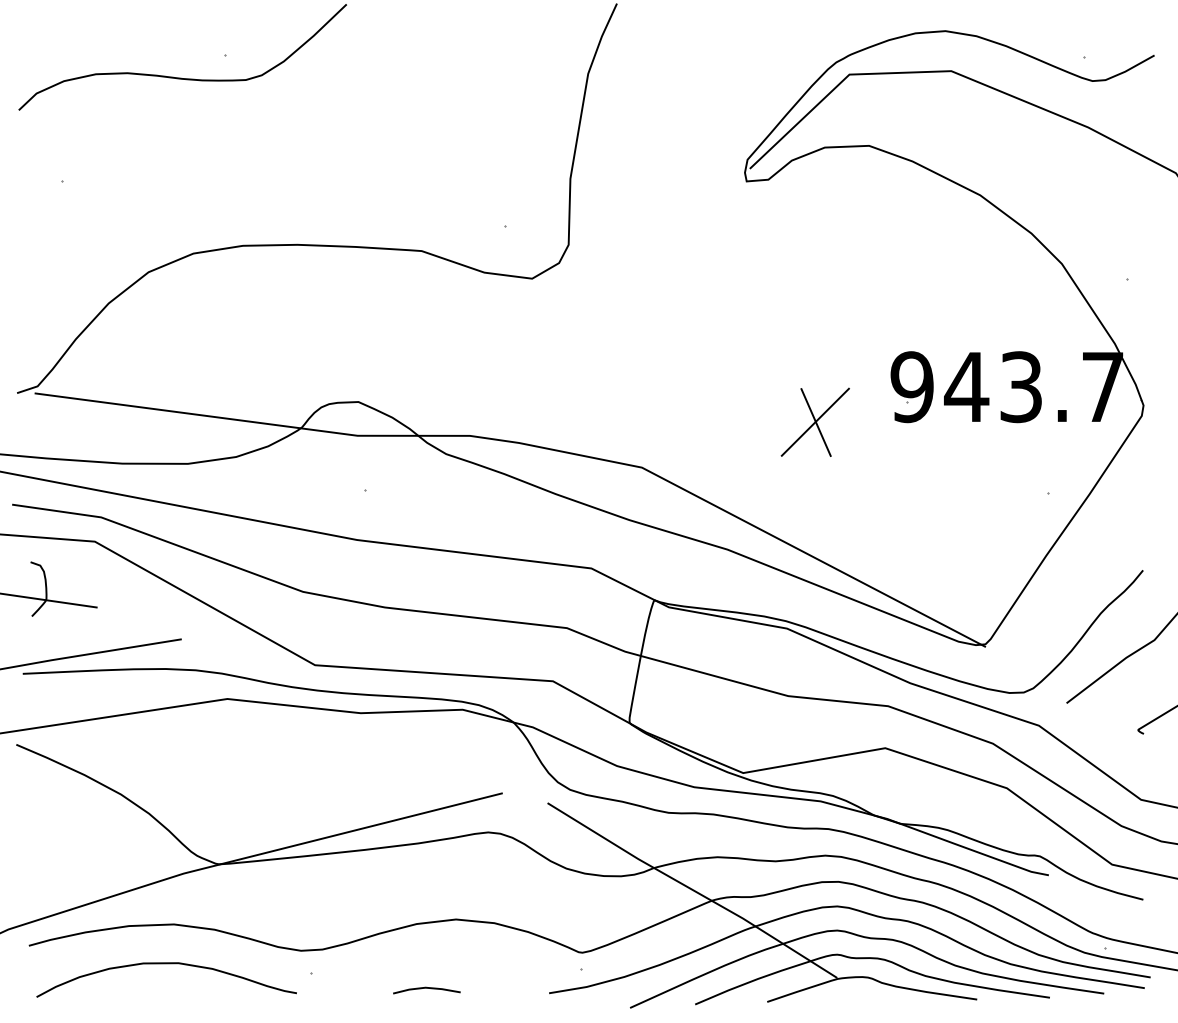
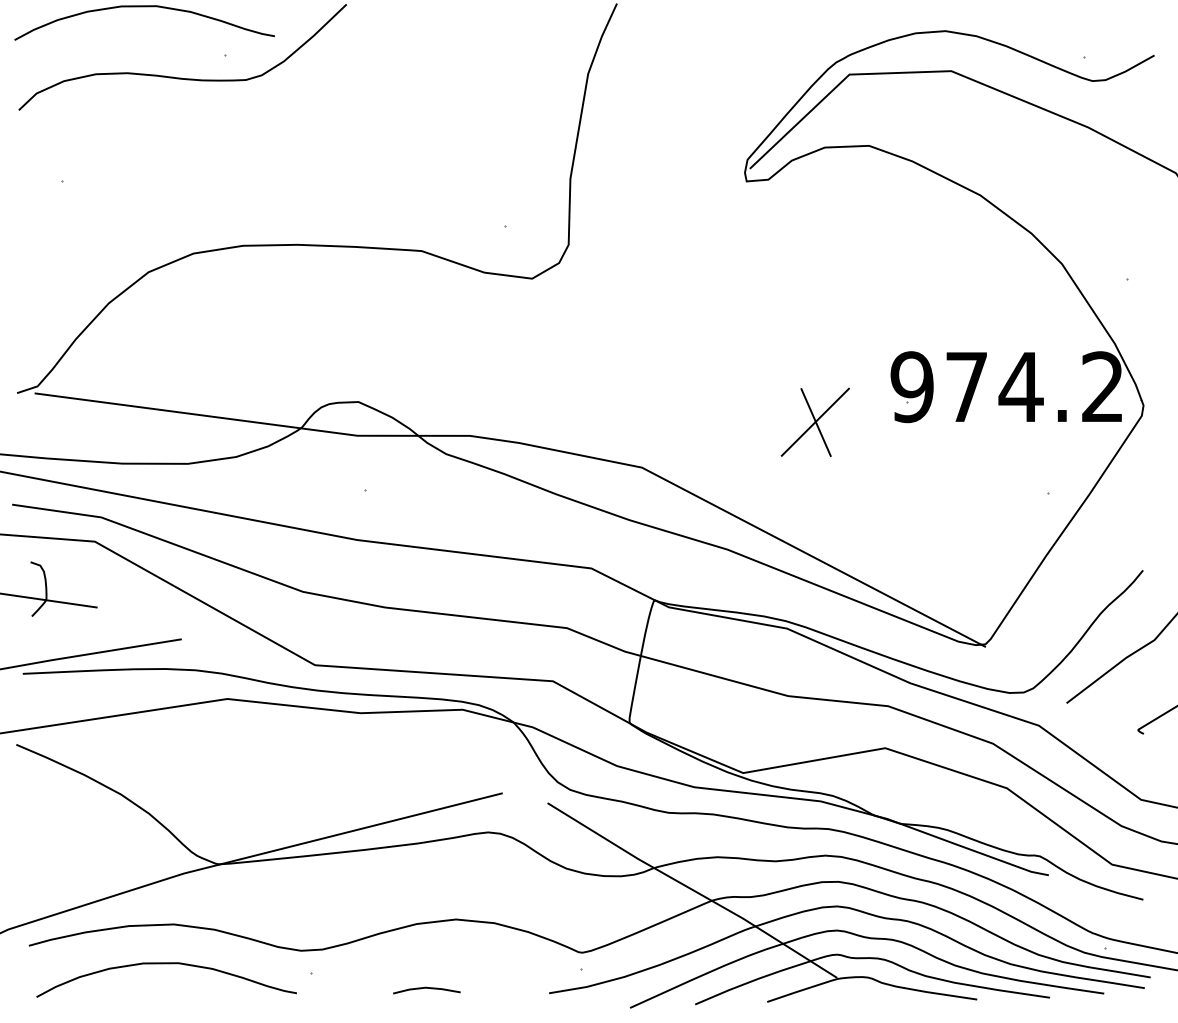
curve at (144, 7): none -> present
text at (1033, 387): 943.7 -> 974.2
